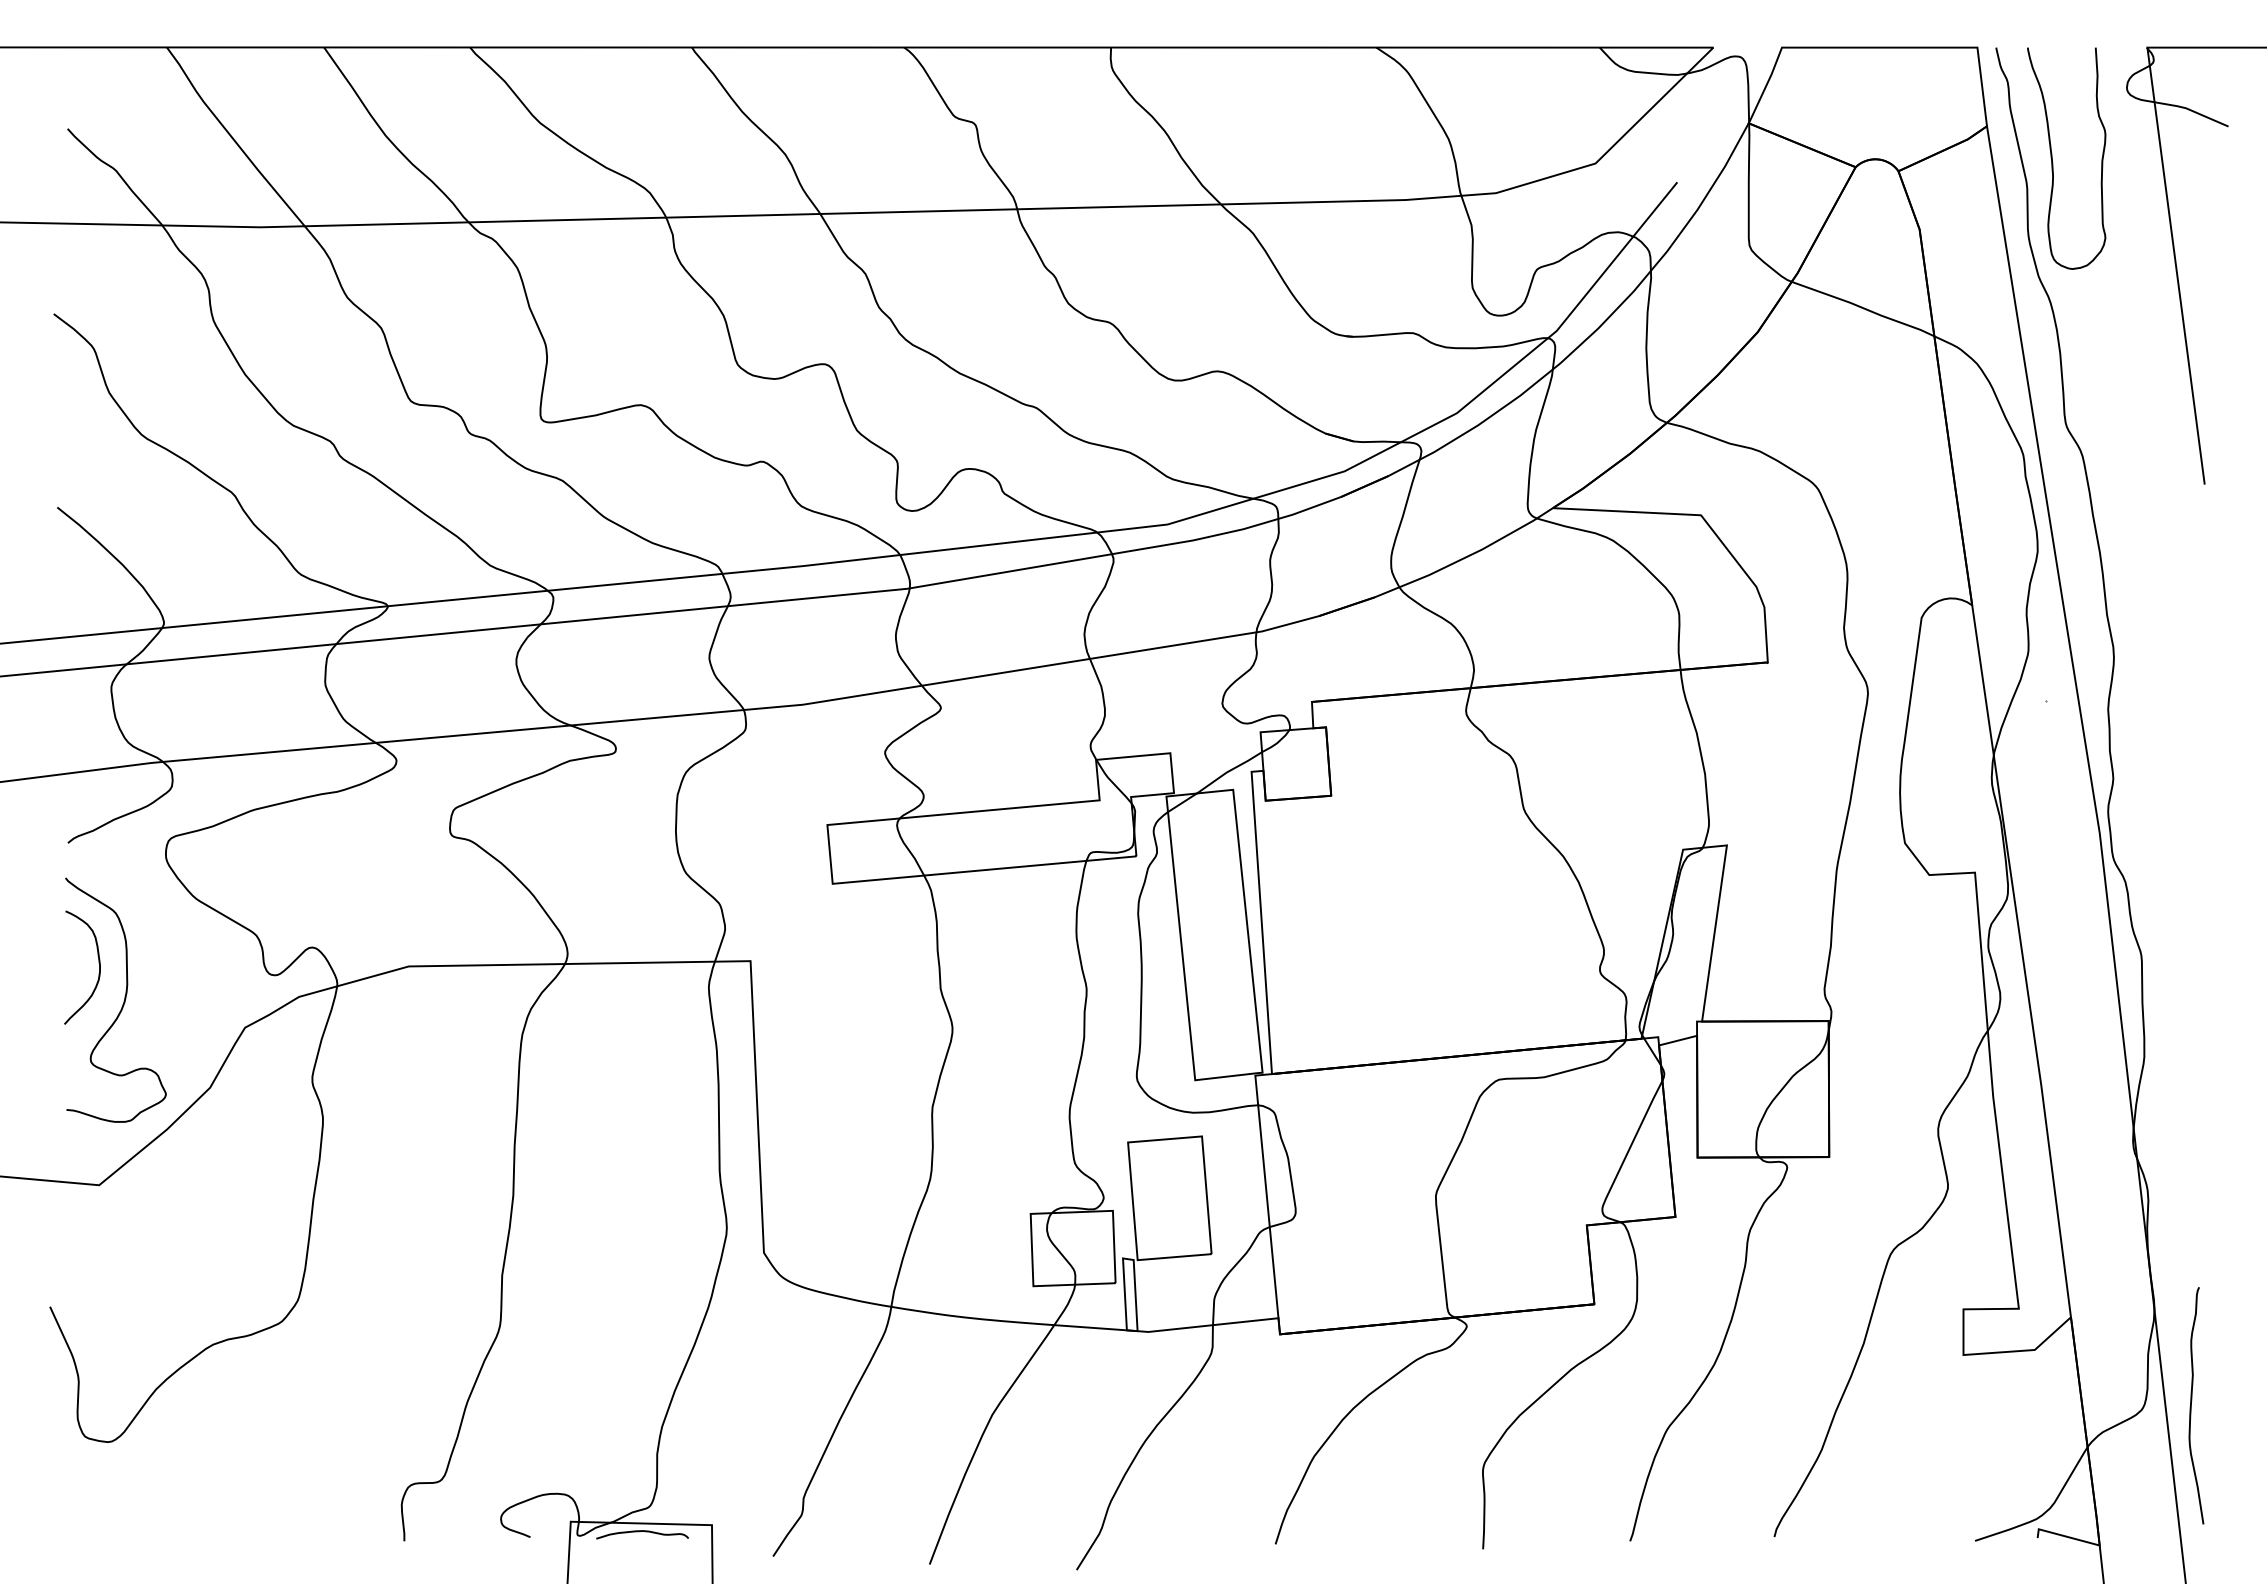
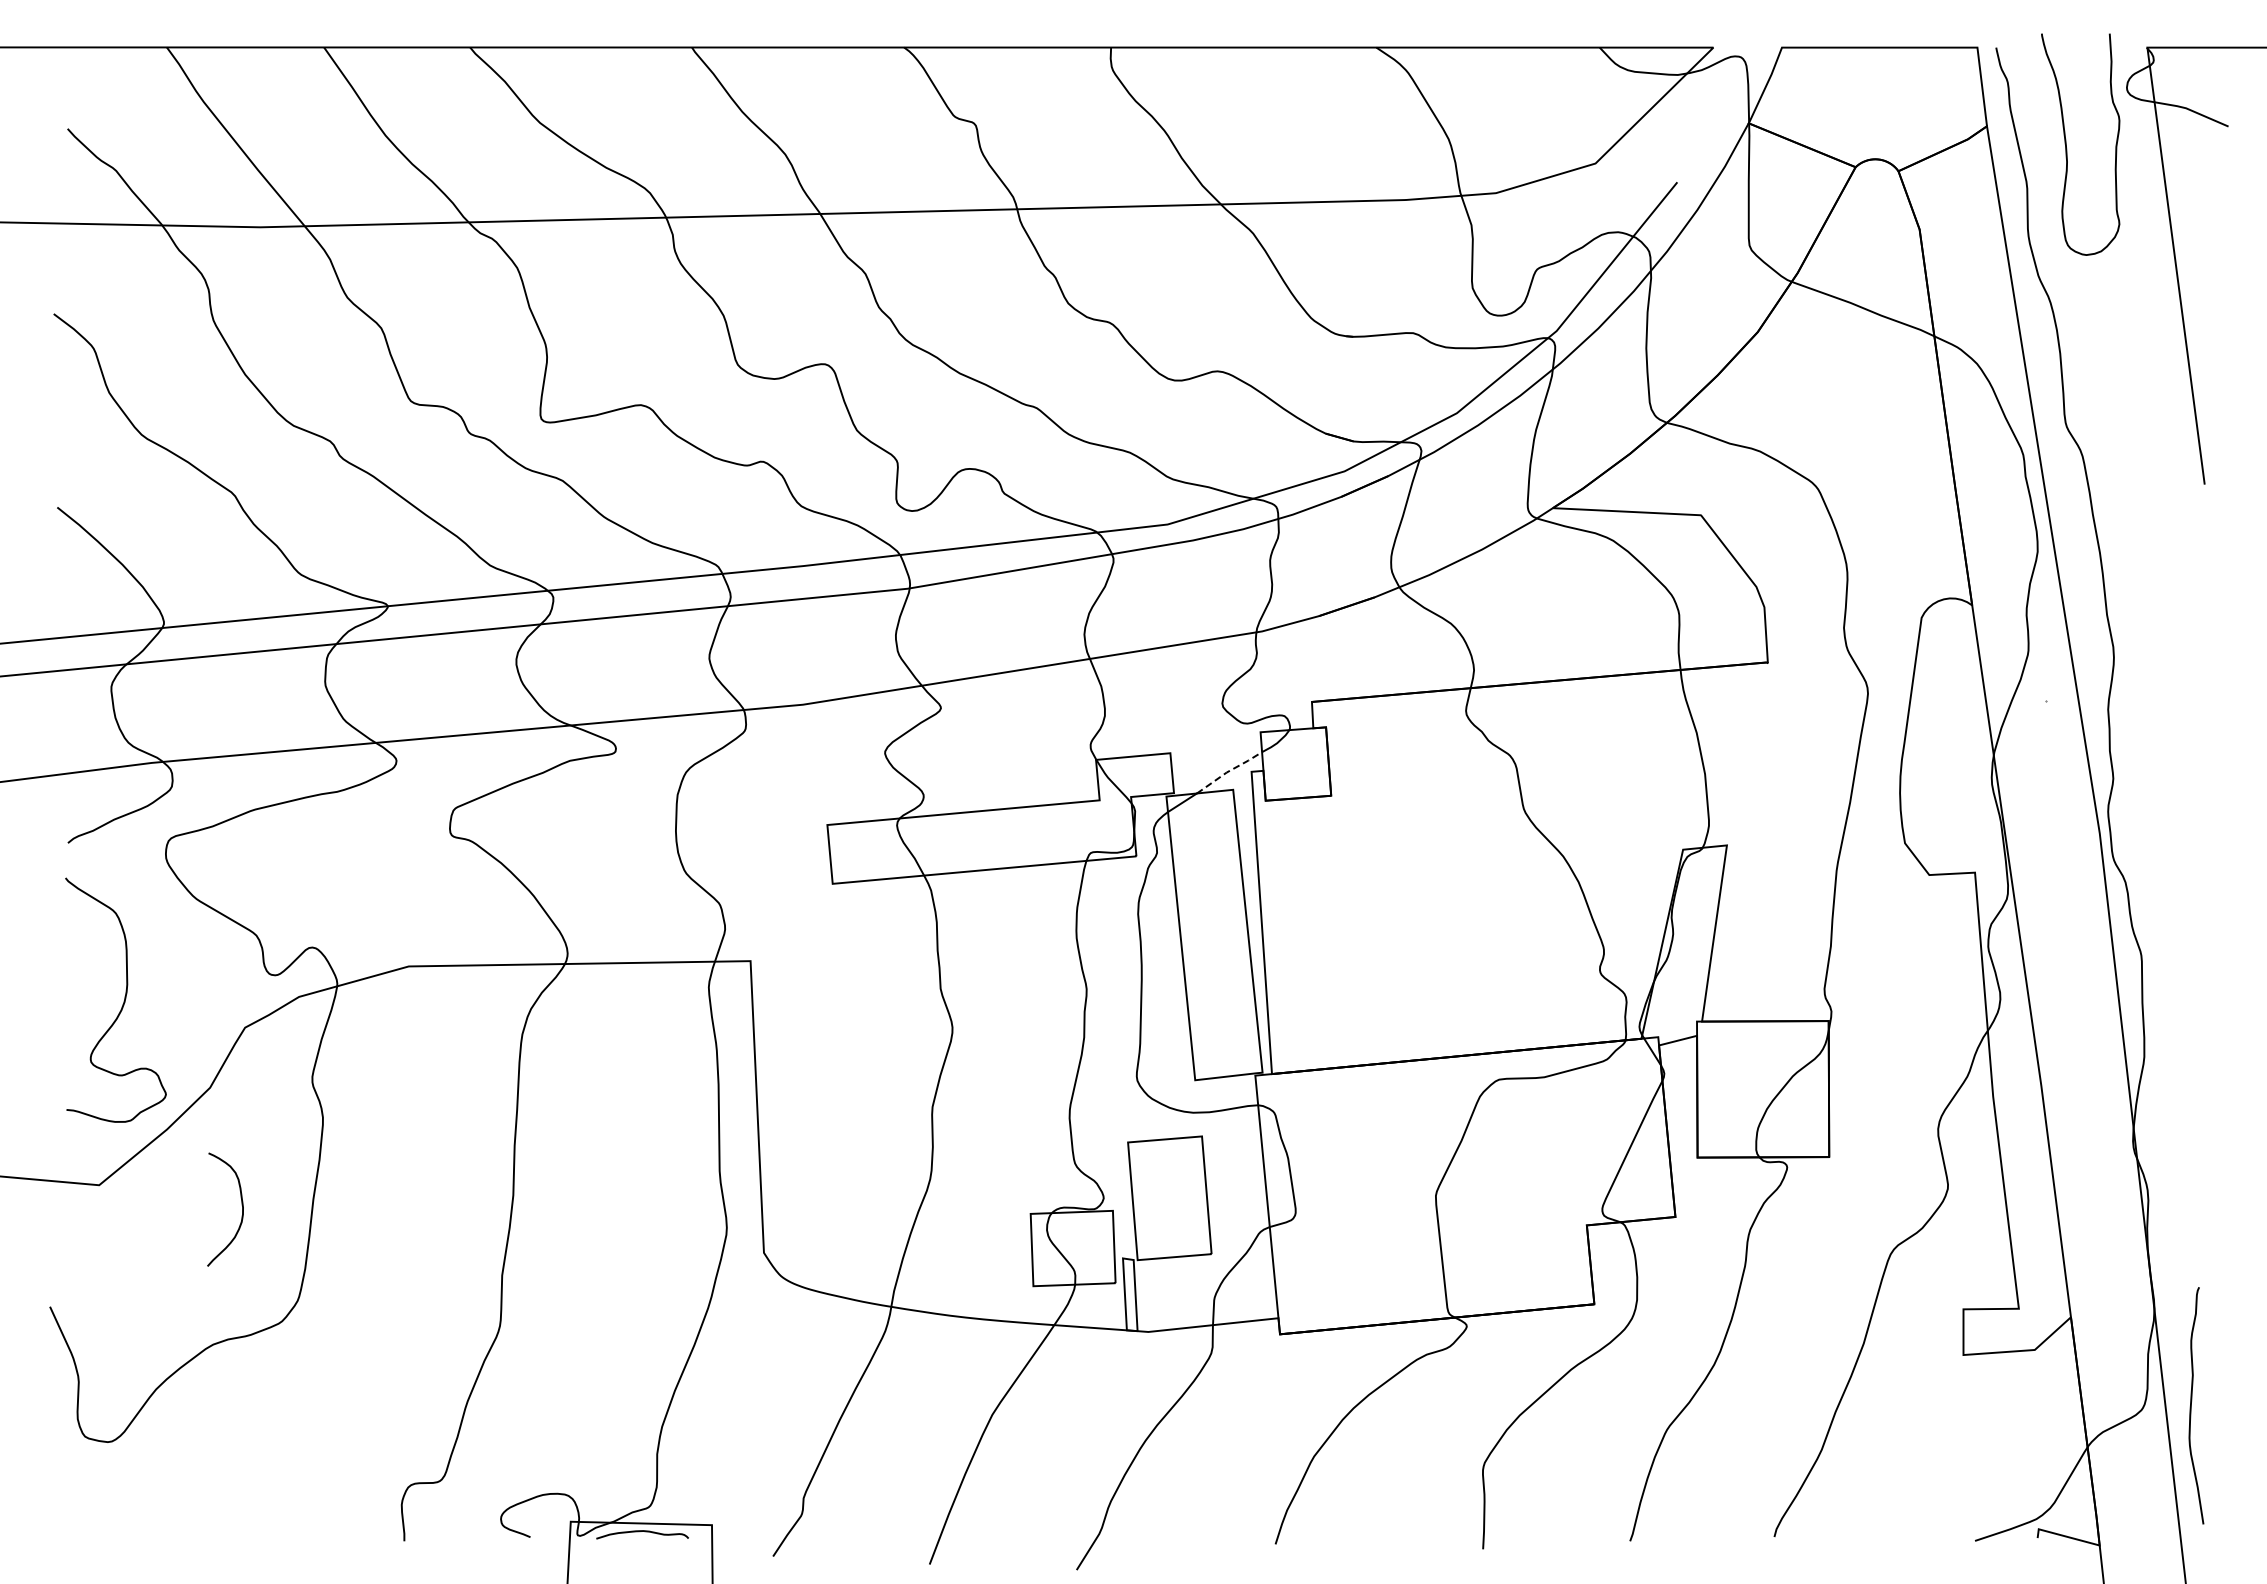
curve at (2053, 162) position: (2053, 162) -> (2067, 148)
line at (1229, 771): solid -> dashed
curve at (98, 963) position: (98, 963) -> (241, 1205)
